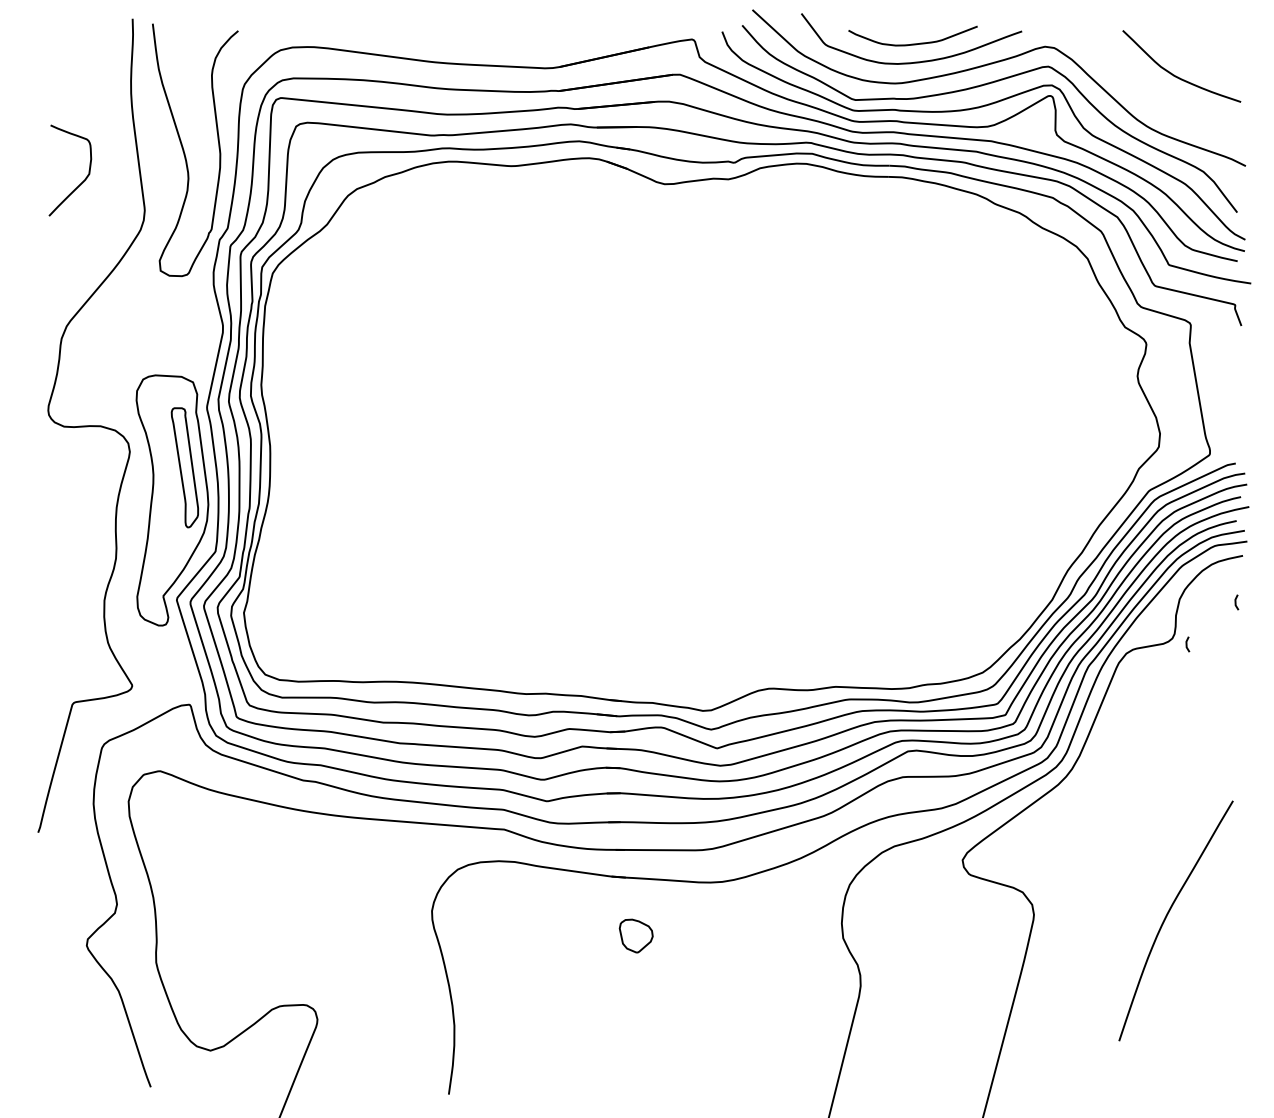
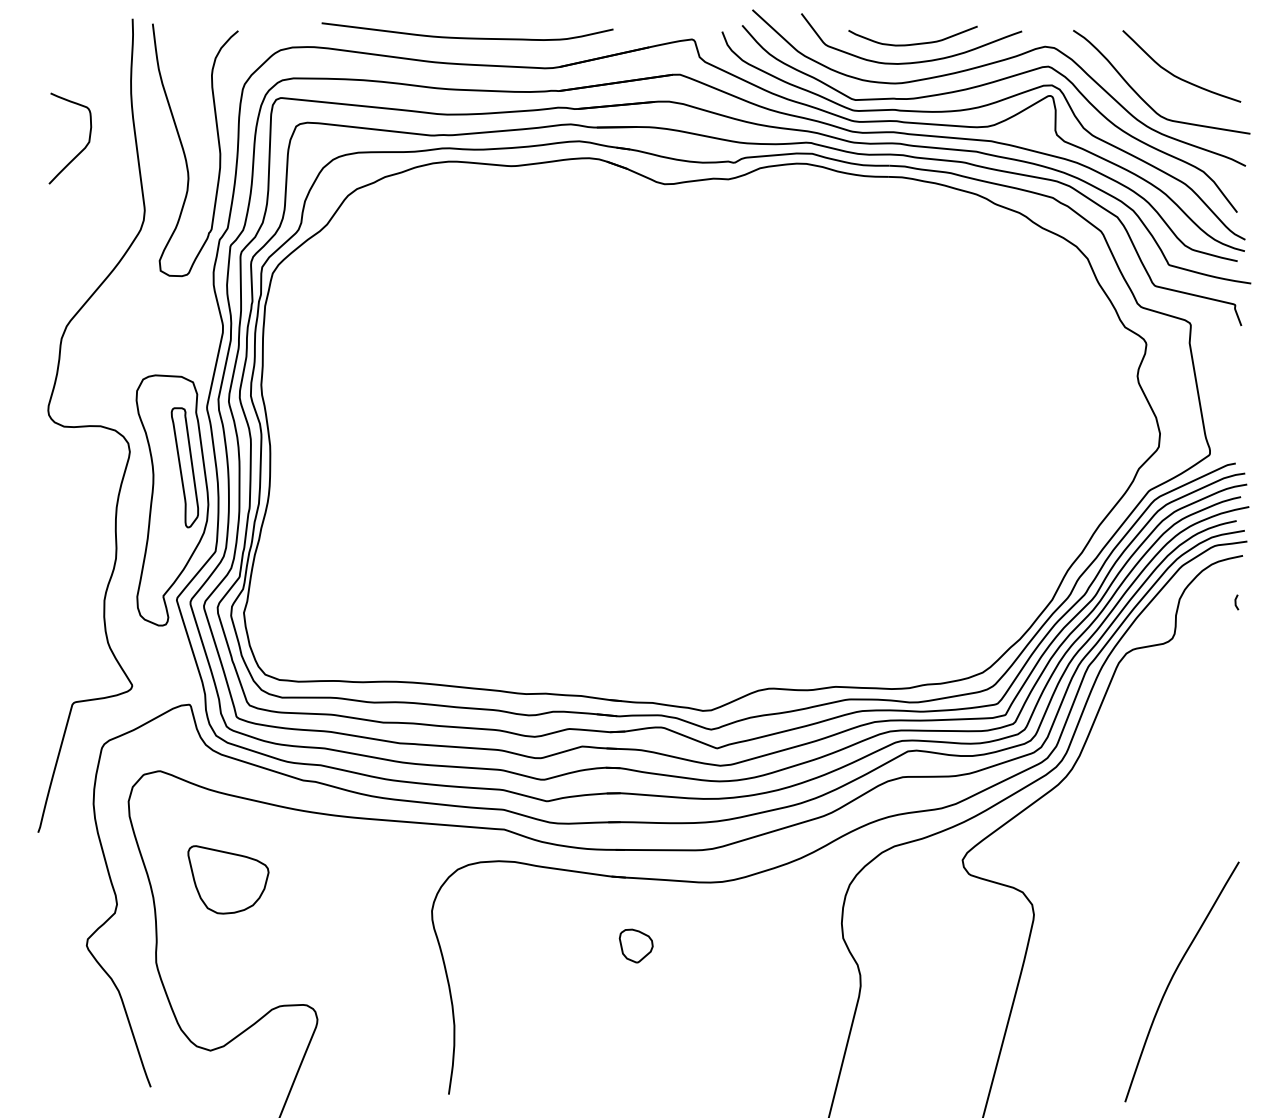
curve at (467, 37): none -> present
curve at (1143, 99): none -> present
curve at (82, 181) position: (82, 181) -> (82, 149)
line at (1187, 644): present -> none
part at (228, 879): none -> present
curve at (1167, 916) position: (1167, 916) -> (1173, 977)
part at (635, 935) position: (635, 935) -> (635, 945)
